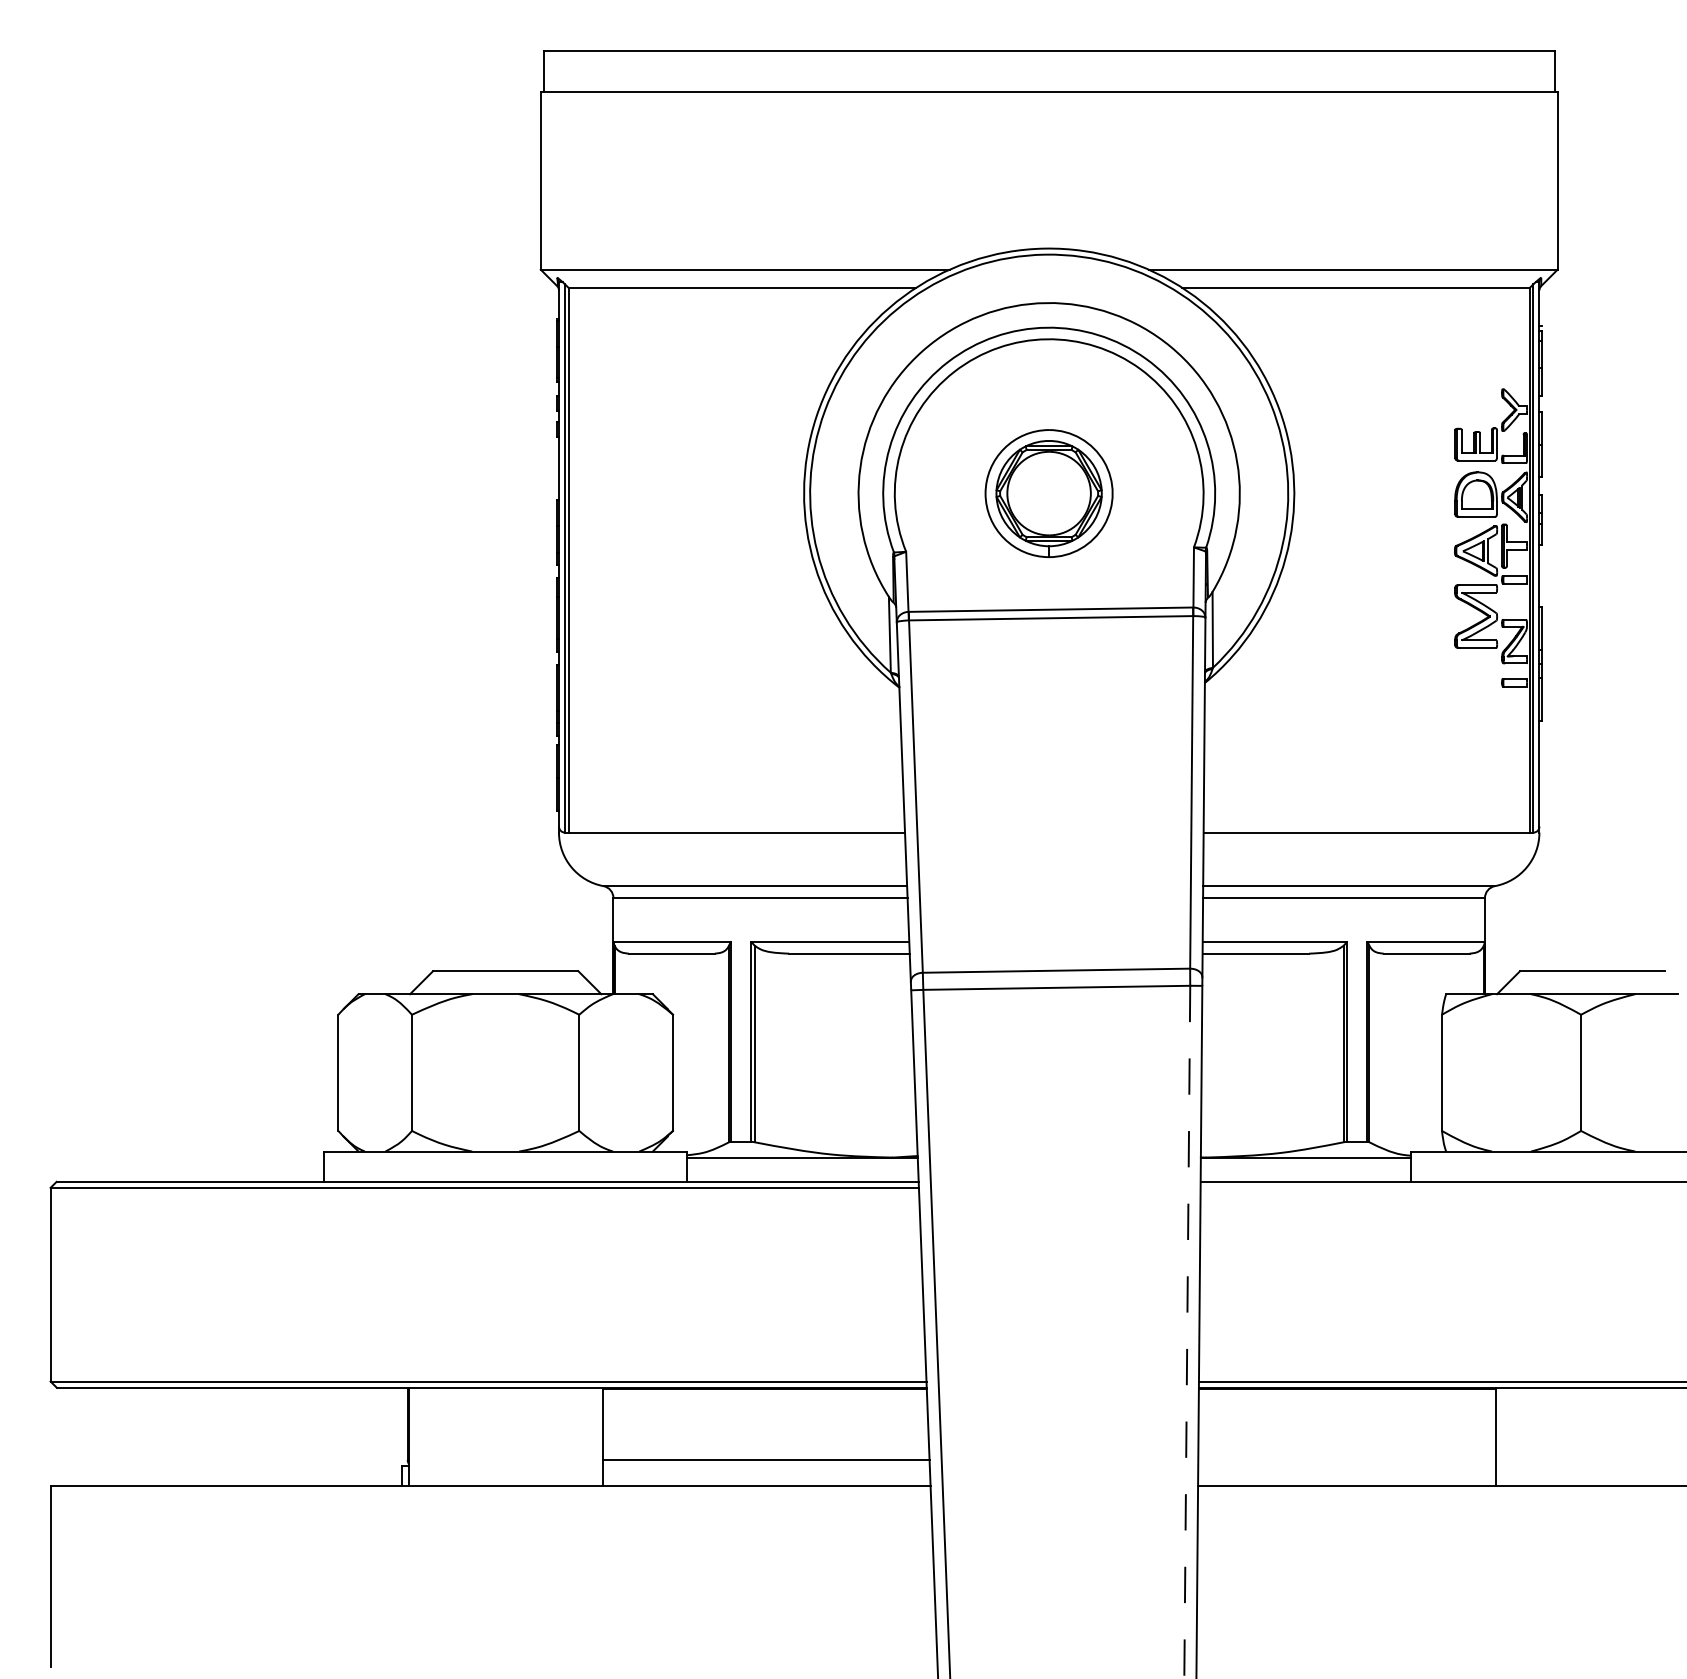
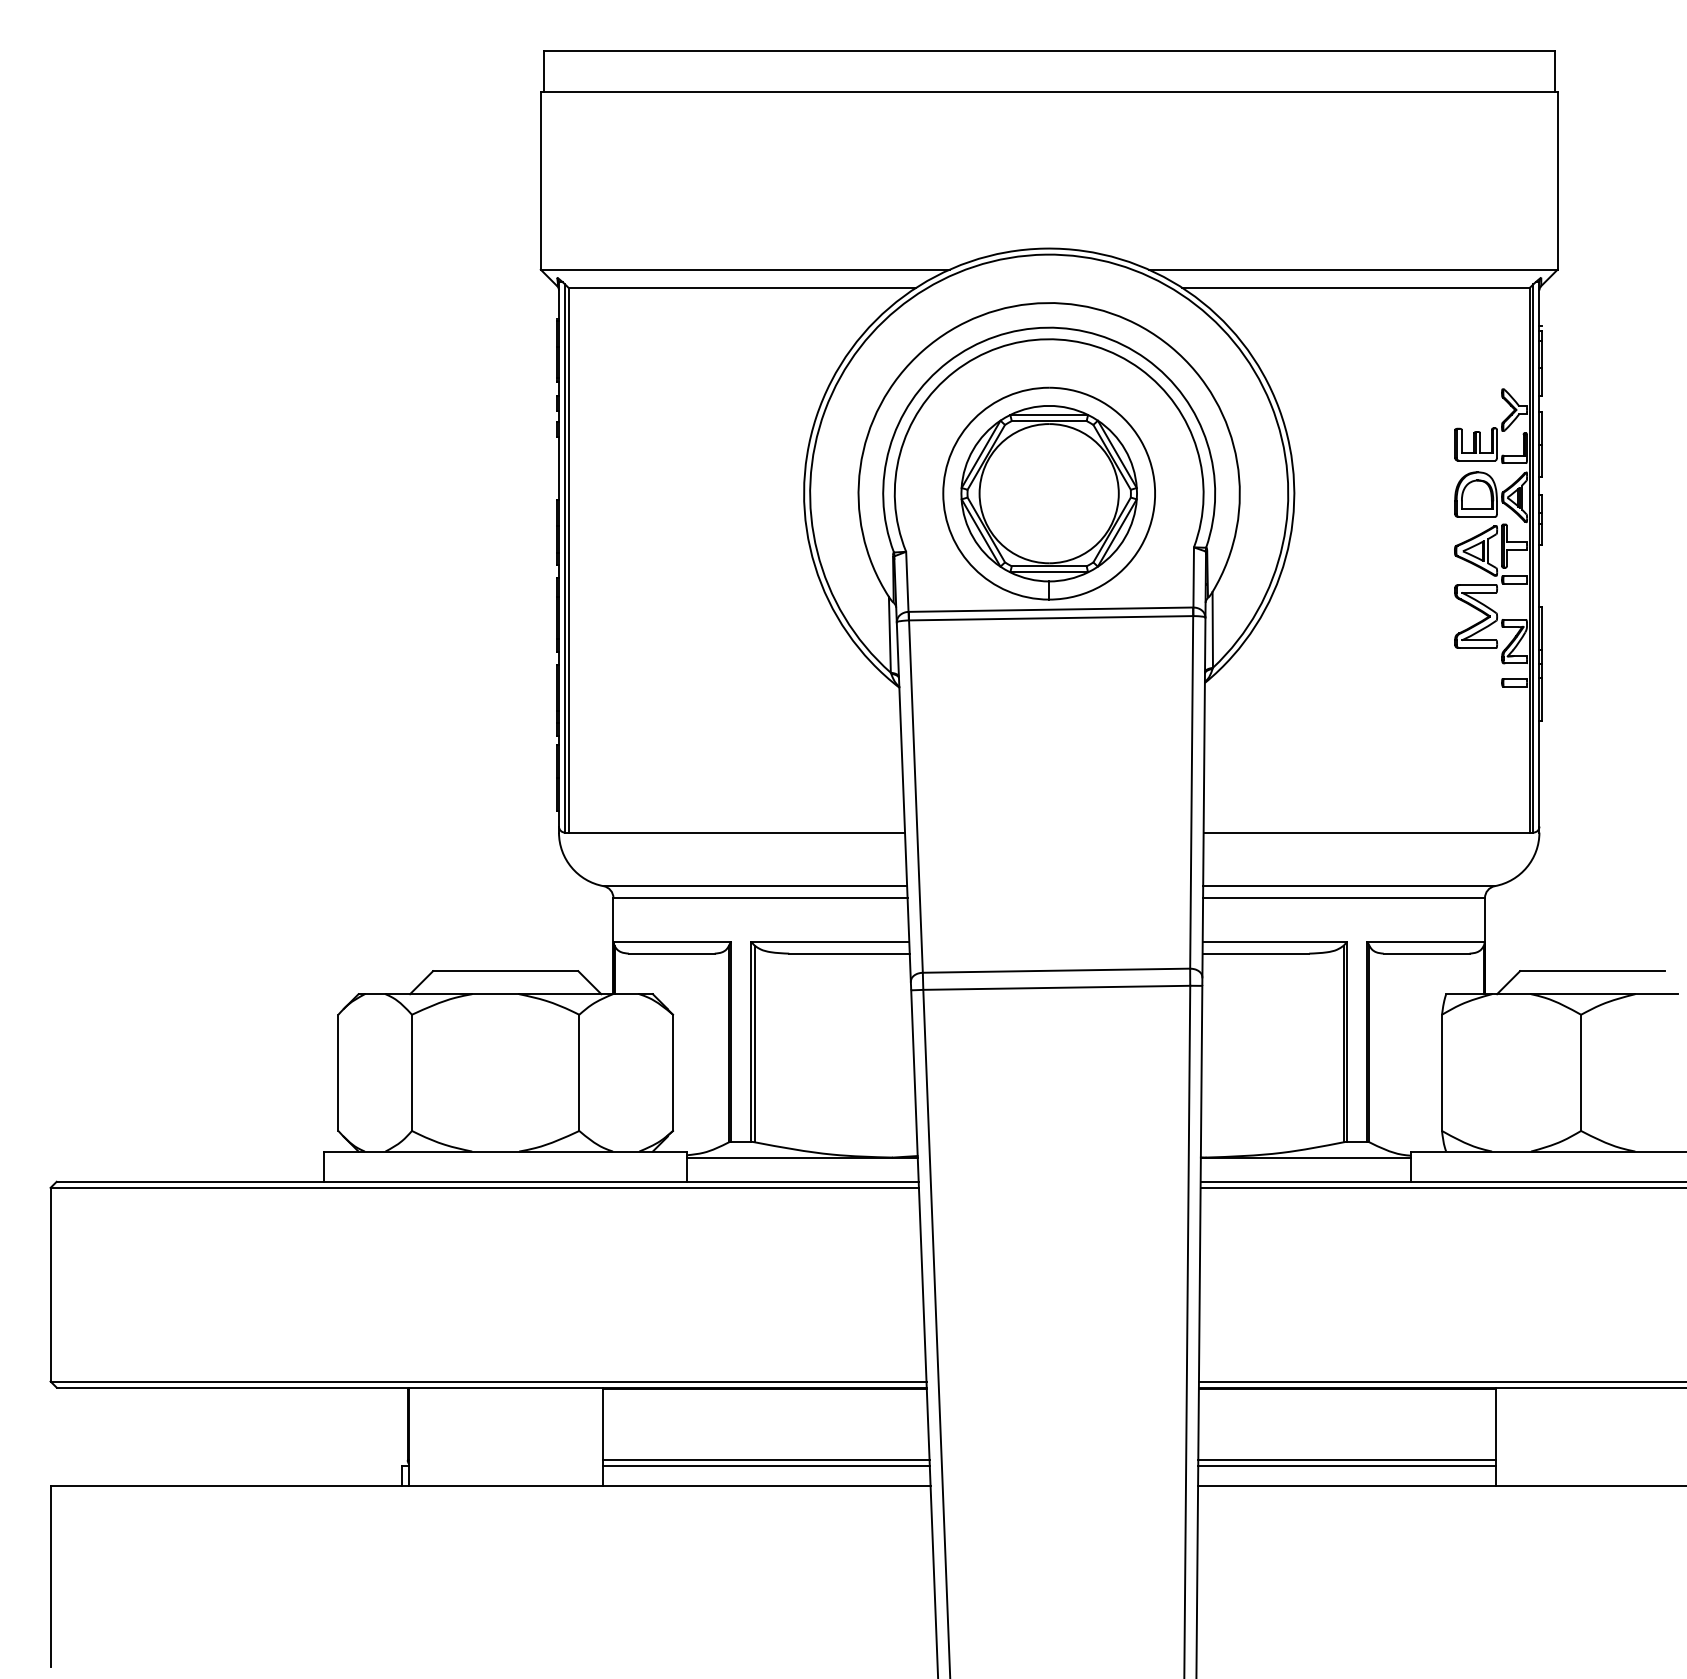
part at (1048, 493) size: 130x129 px -> 214x215 px
line at (1441, 1187): none -> present
line at (1187, 1332): dashed -> solid
line at (1346, 1460): none -> present
line at (765, 1466): none -> present
line at (1346, 1466): none -> present
